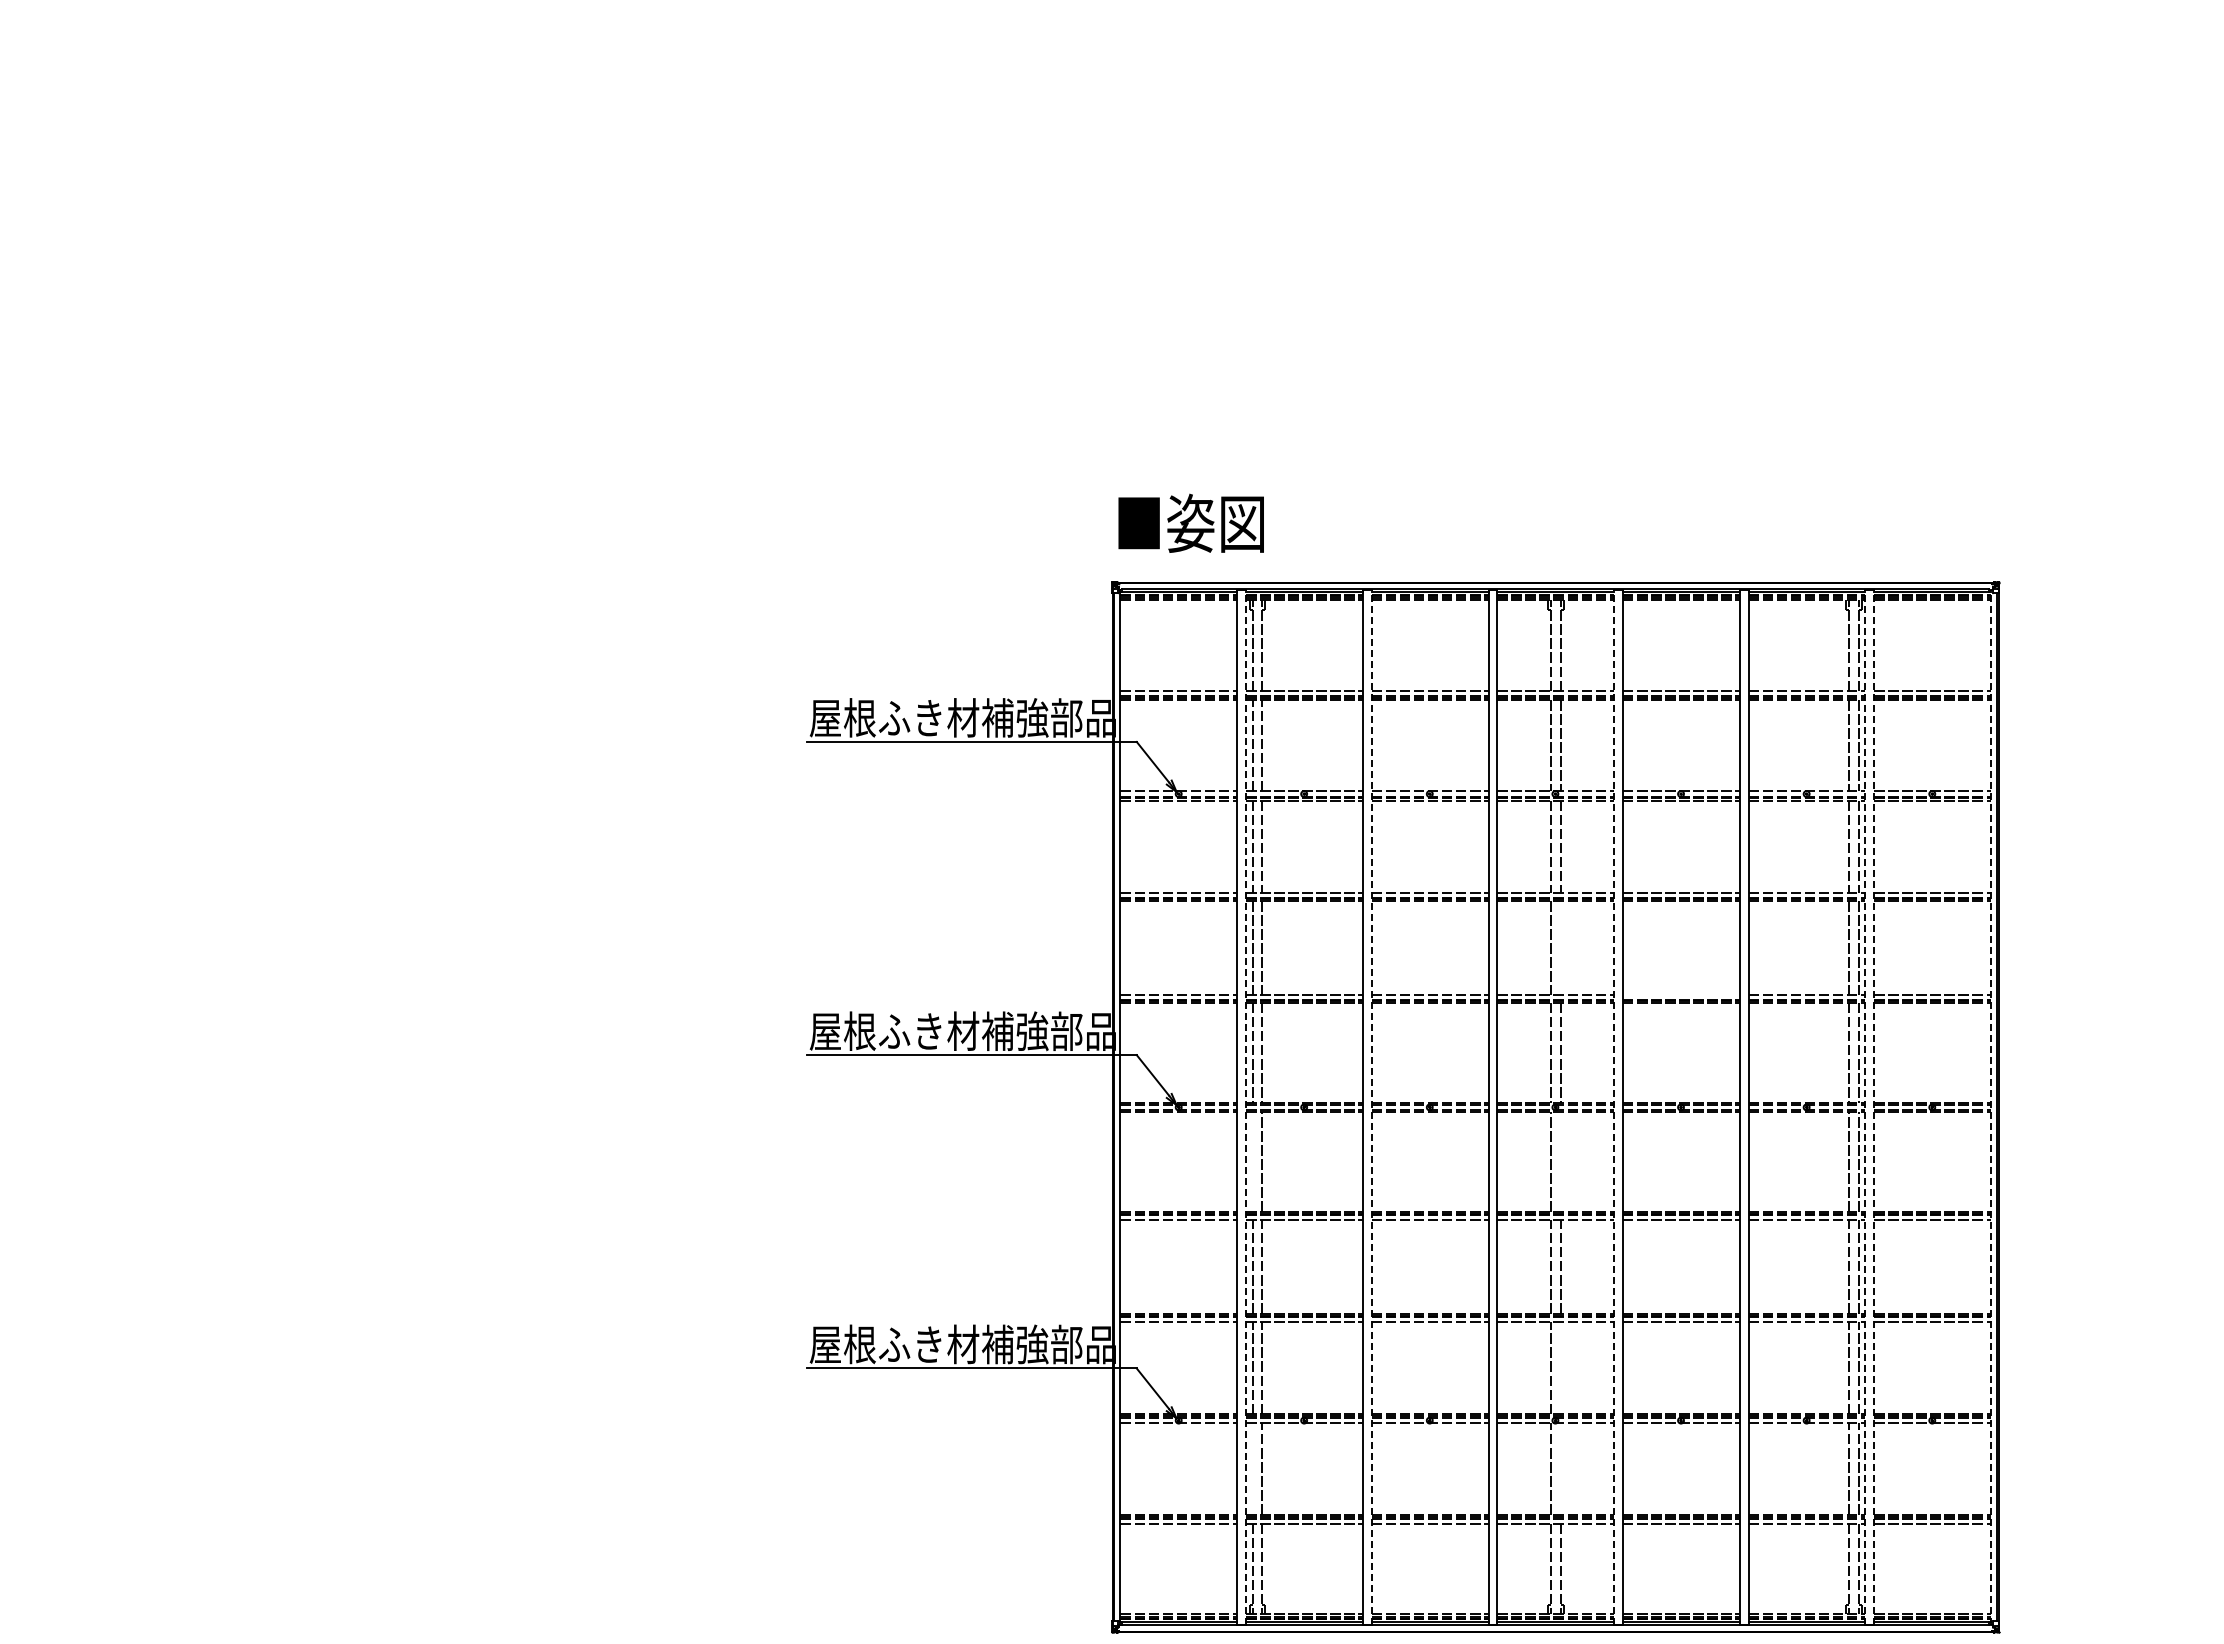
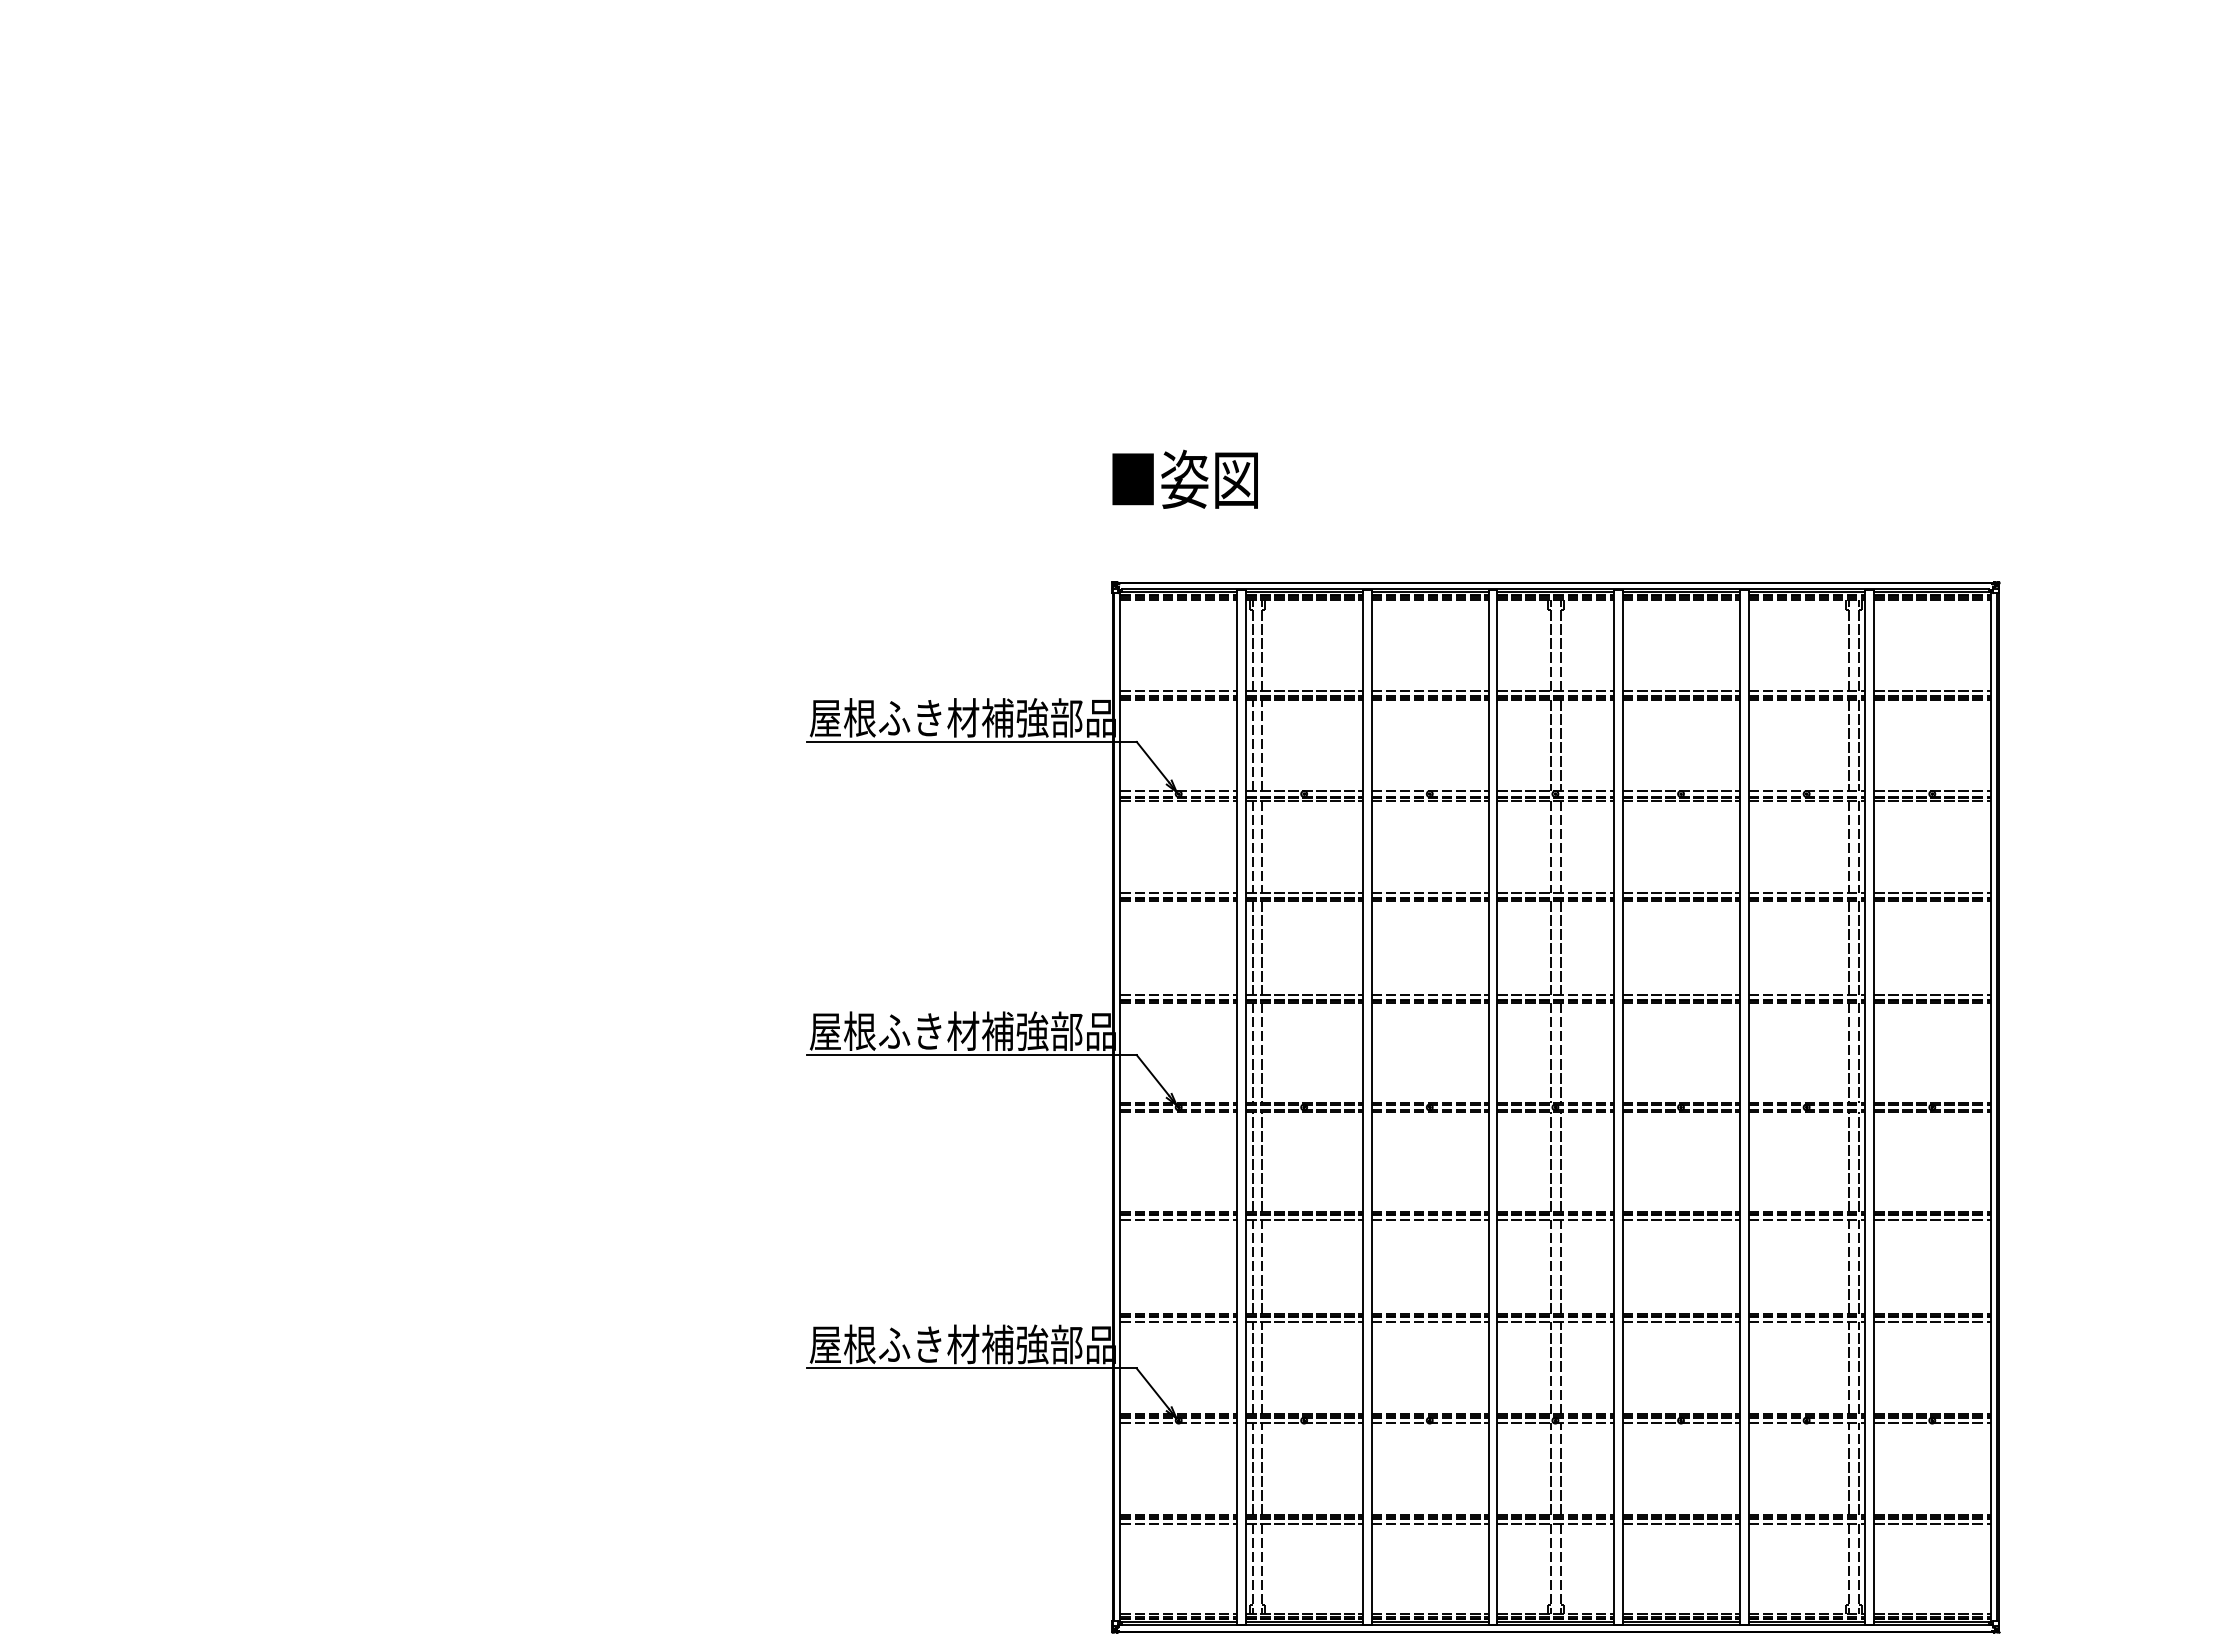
text at (1190, 522) position: (1190, 522) -> (1184, 478)
line at (1560, 947): none -> present
line at (1680, 994): none -> present
line at (1246, 1106): dashed -> solid
line at (1371, 1106): dashed -> solid
line at (1614, 1106): dashed -> solid
line at (1865, 1106): dashed -> solid
line at (1874, 1106): dashed -> solid
line at (1991, 1106): dashed -> solid
line at (1252, 1161): none -> present
line at (1560, 1161): none -> present
line at (1560, 1368): none -> present
line at (1252, 1468): none -> present
line at (1560, 1468): none -> present
